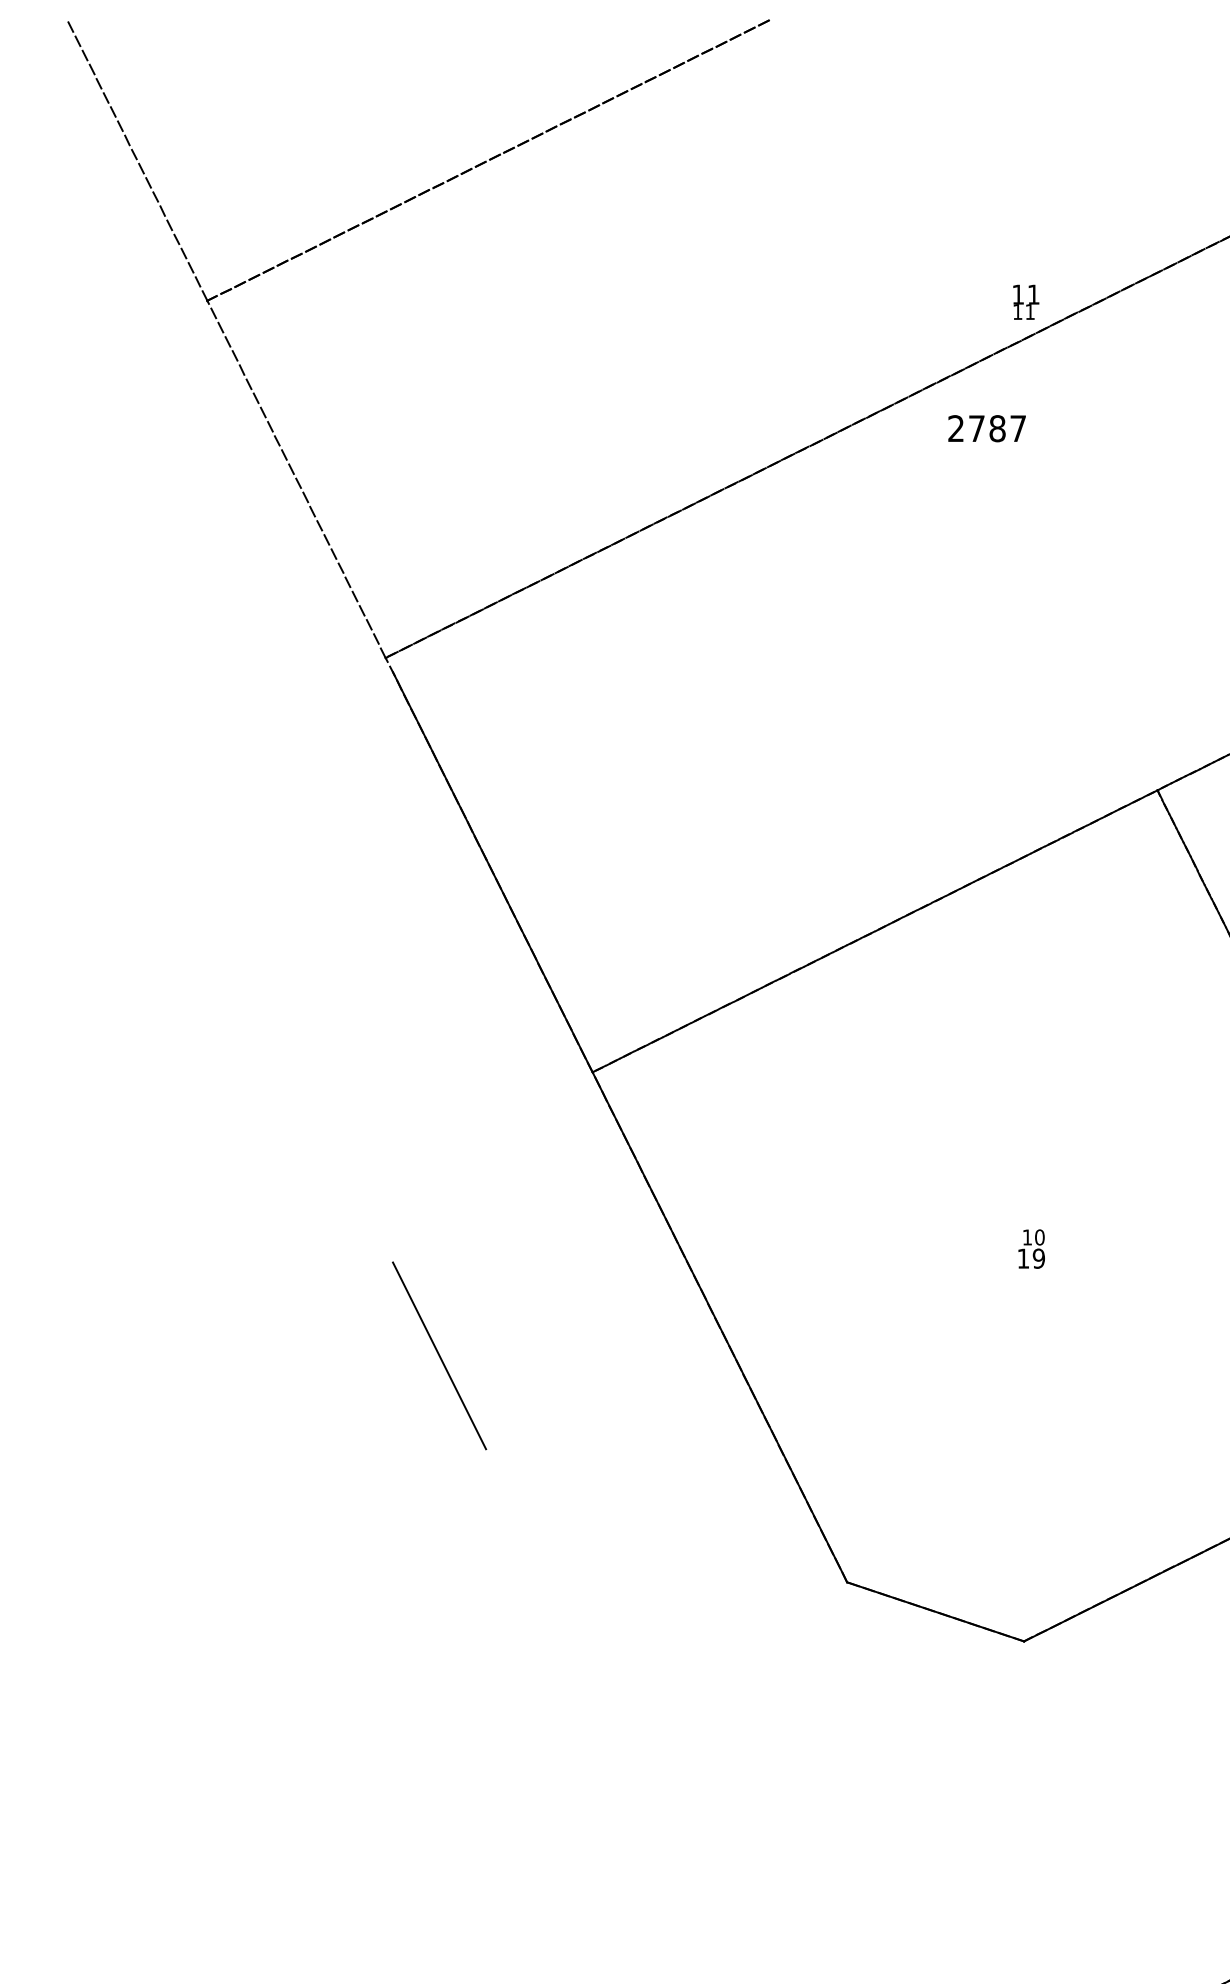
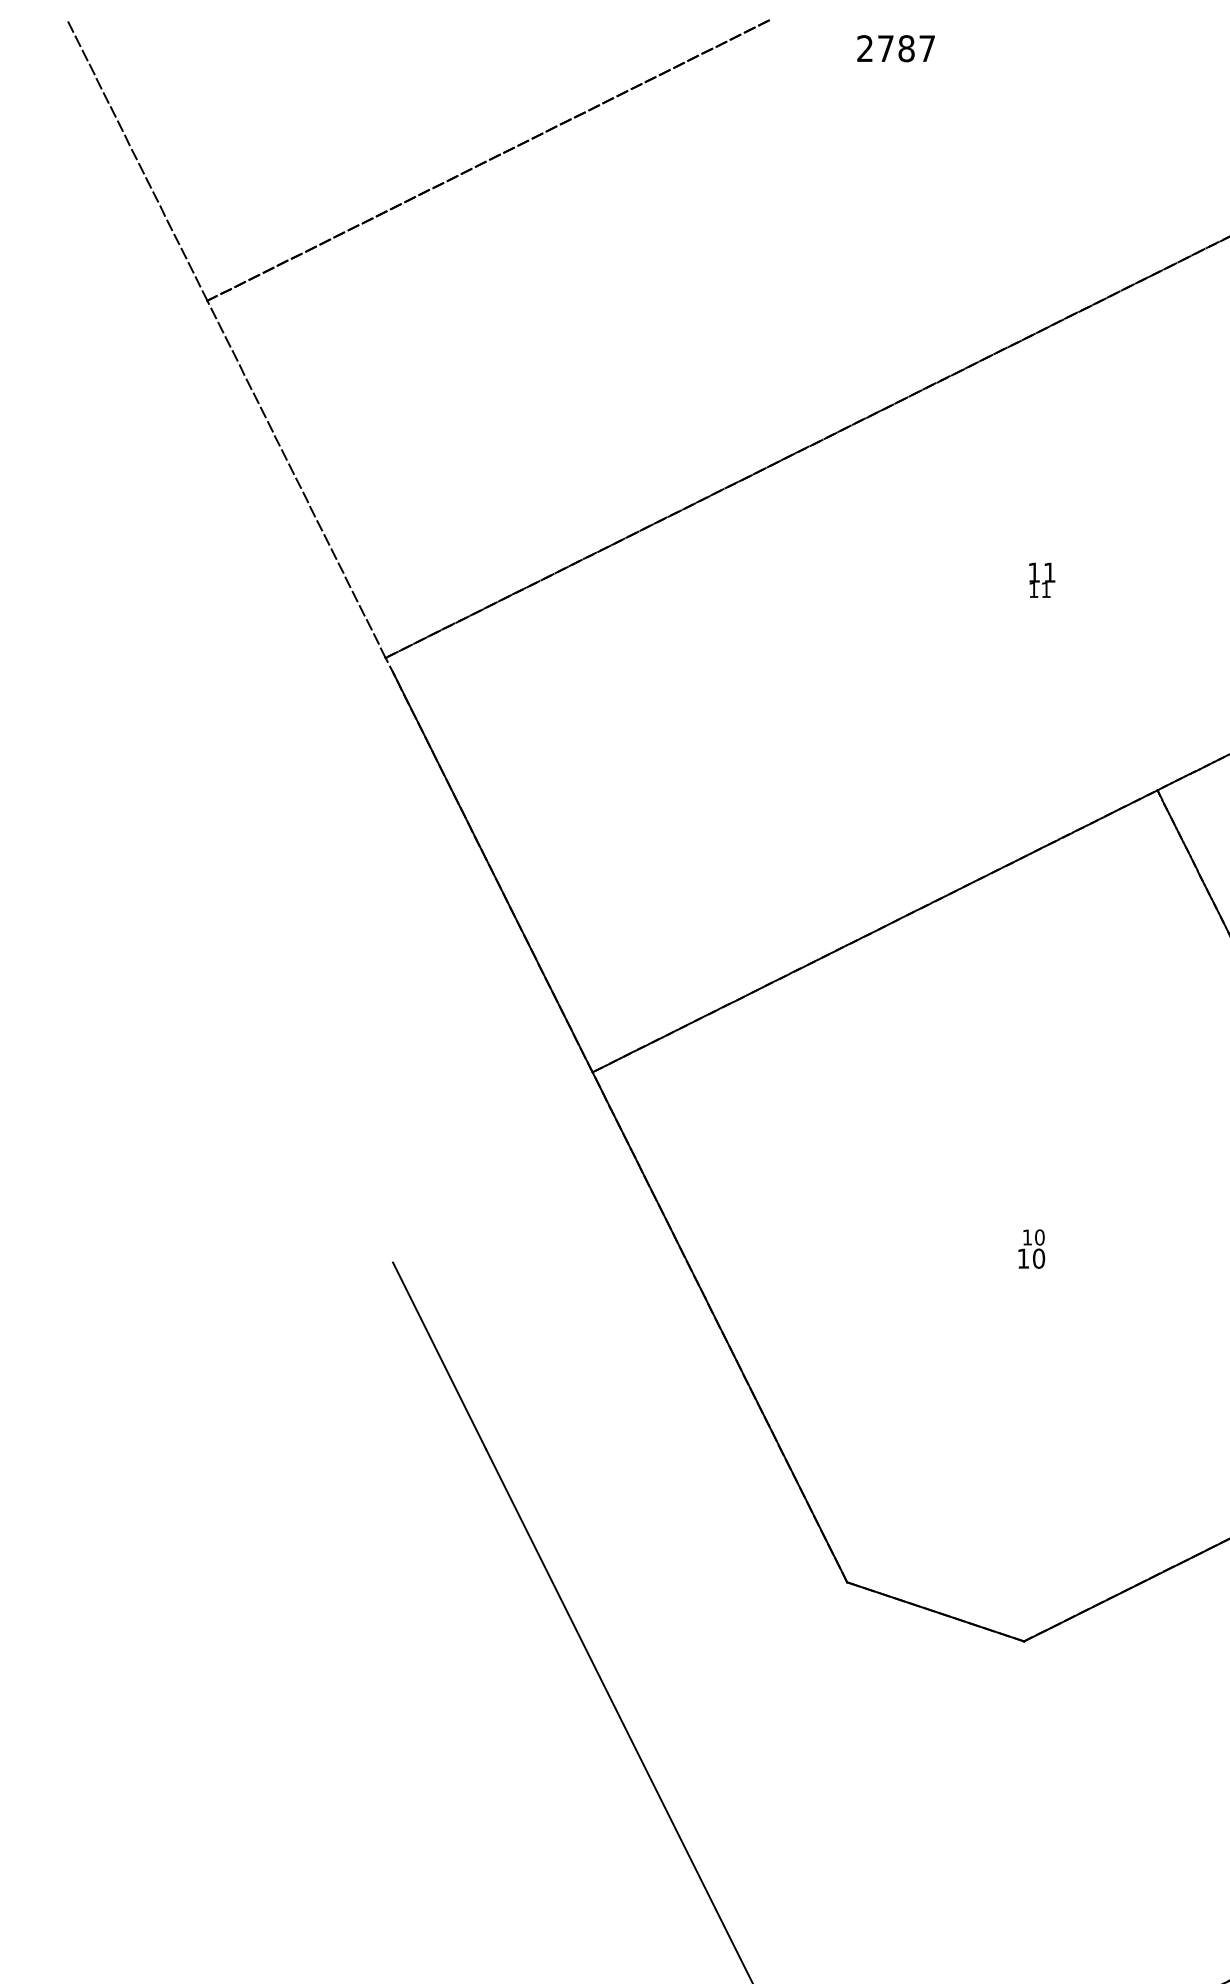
text at (1026, 301) position: (1026, 301) -> (1042, 579)
text at (986, 428) position: (986, 428) -> (895, 48)
text at (1038, 1258): 19 -> 10
line at (618, 1714): none -> present
